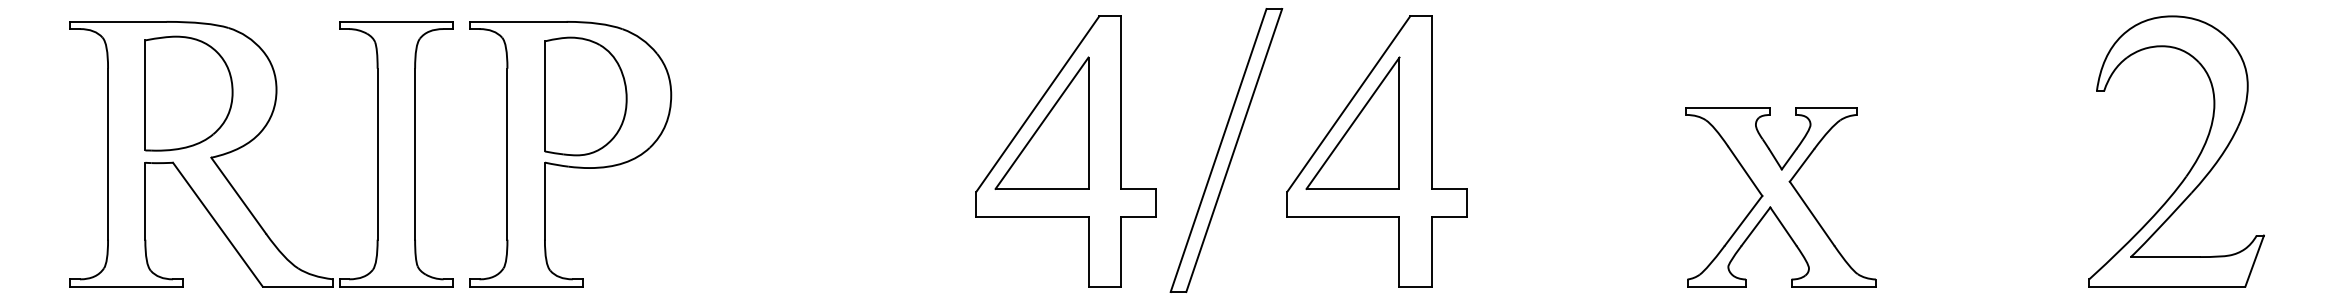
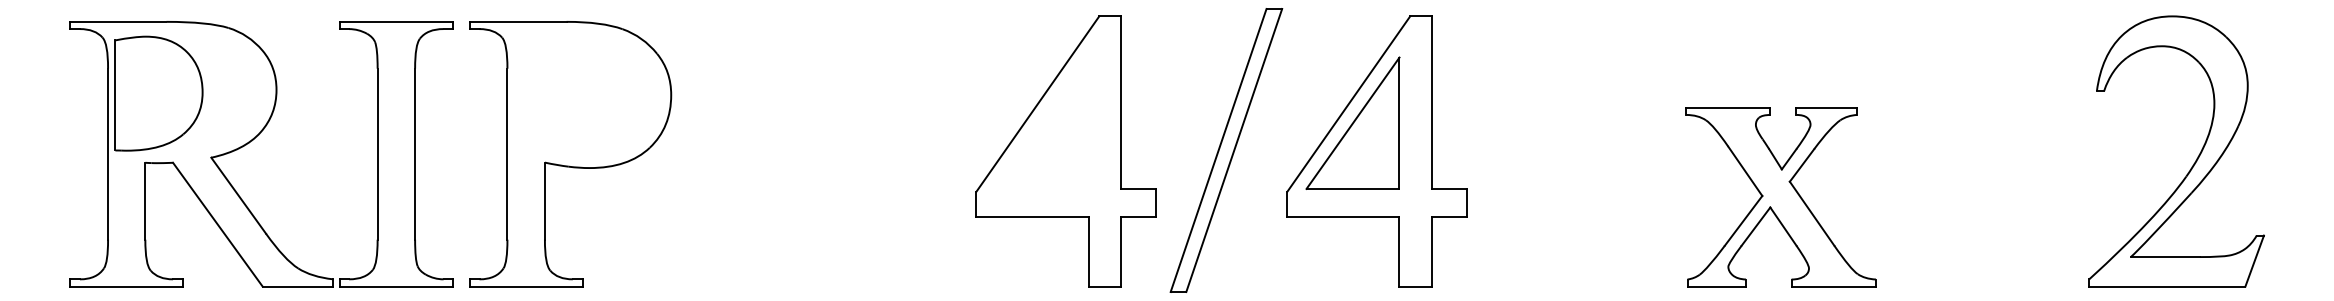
part at (188, 93) position: (188, 93) -> (158, 93)
part at (585, 96): present -> none
part at (1041, 122): present -> none
